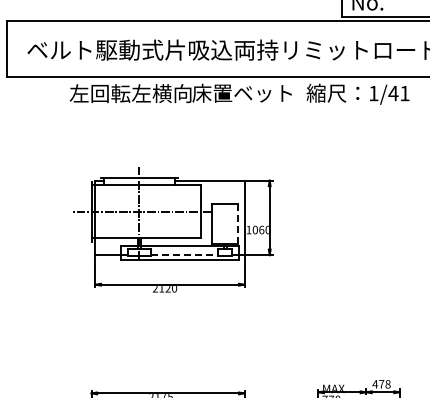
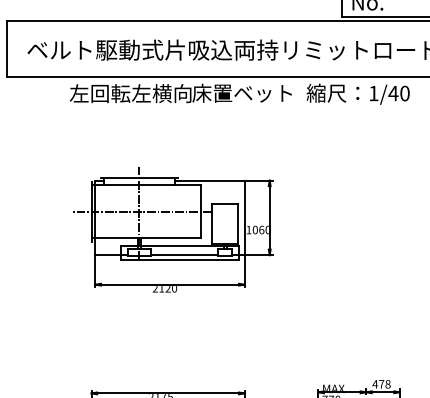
text at (404, 93): 1/41 -> 1/40
line at (238, 224): dashed -> solid
line at (184, 255): dashed -> solid
